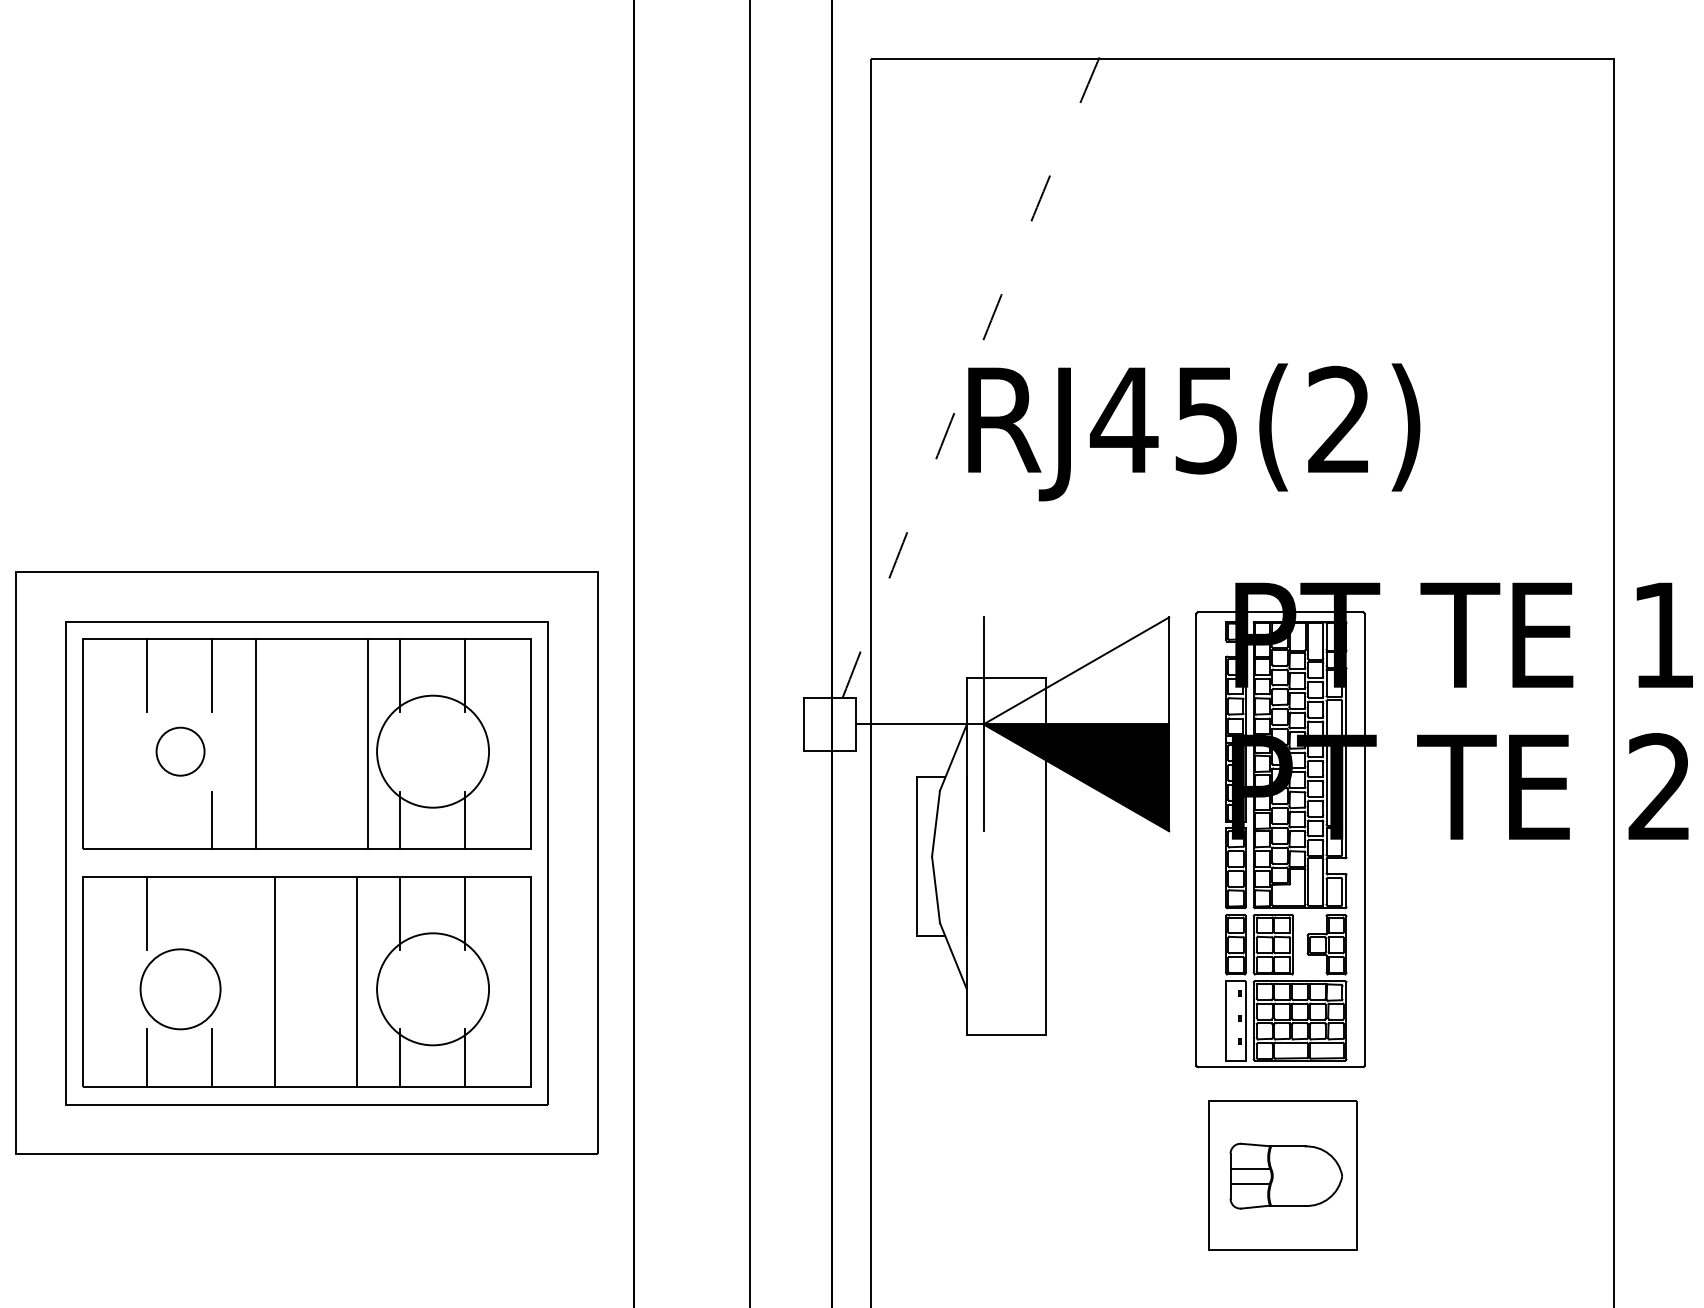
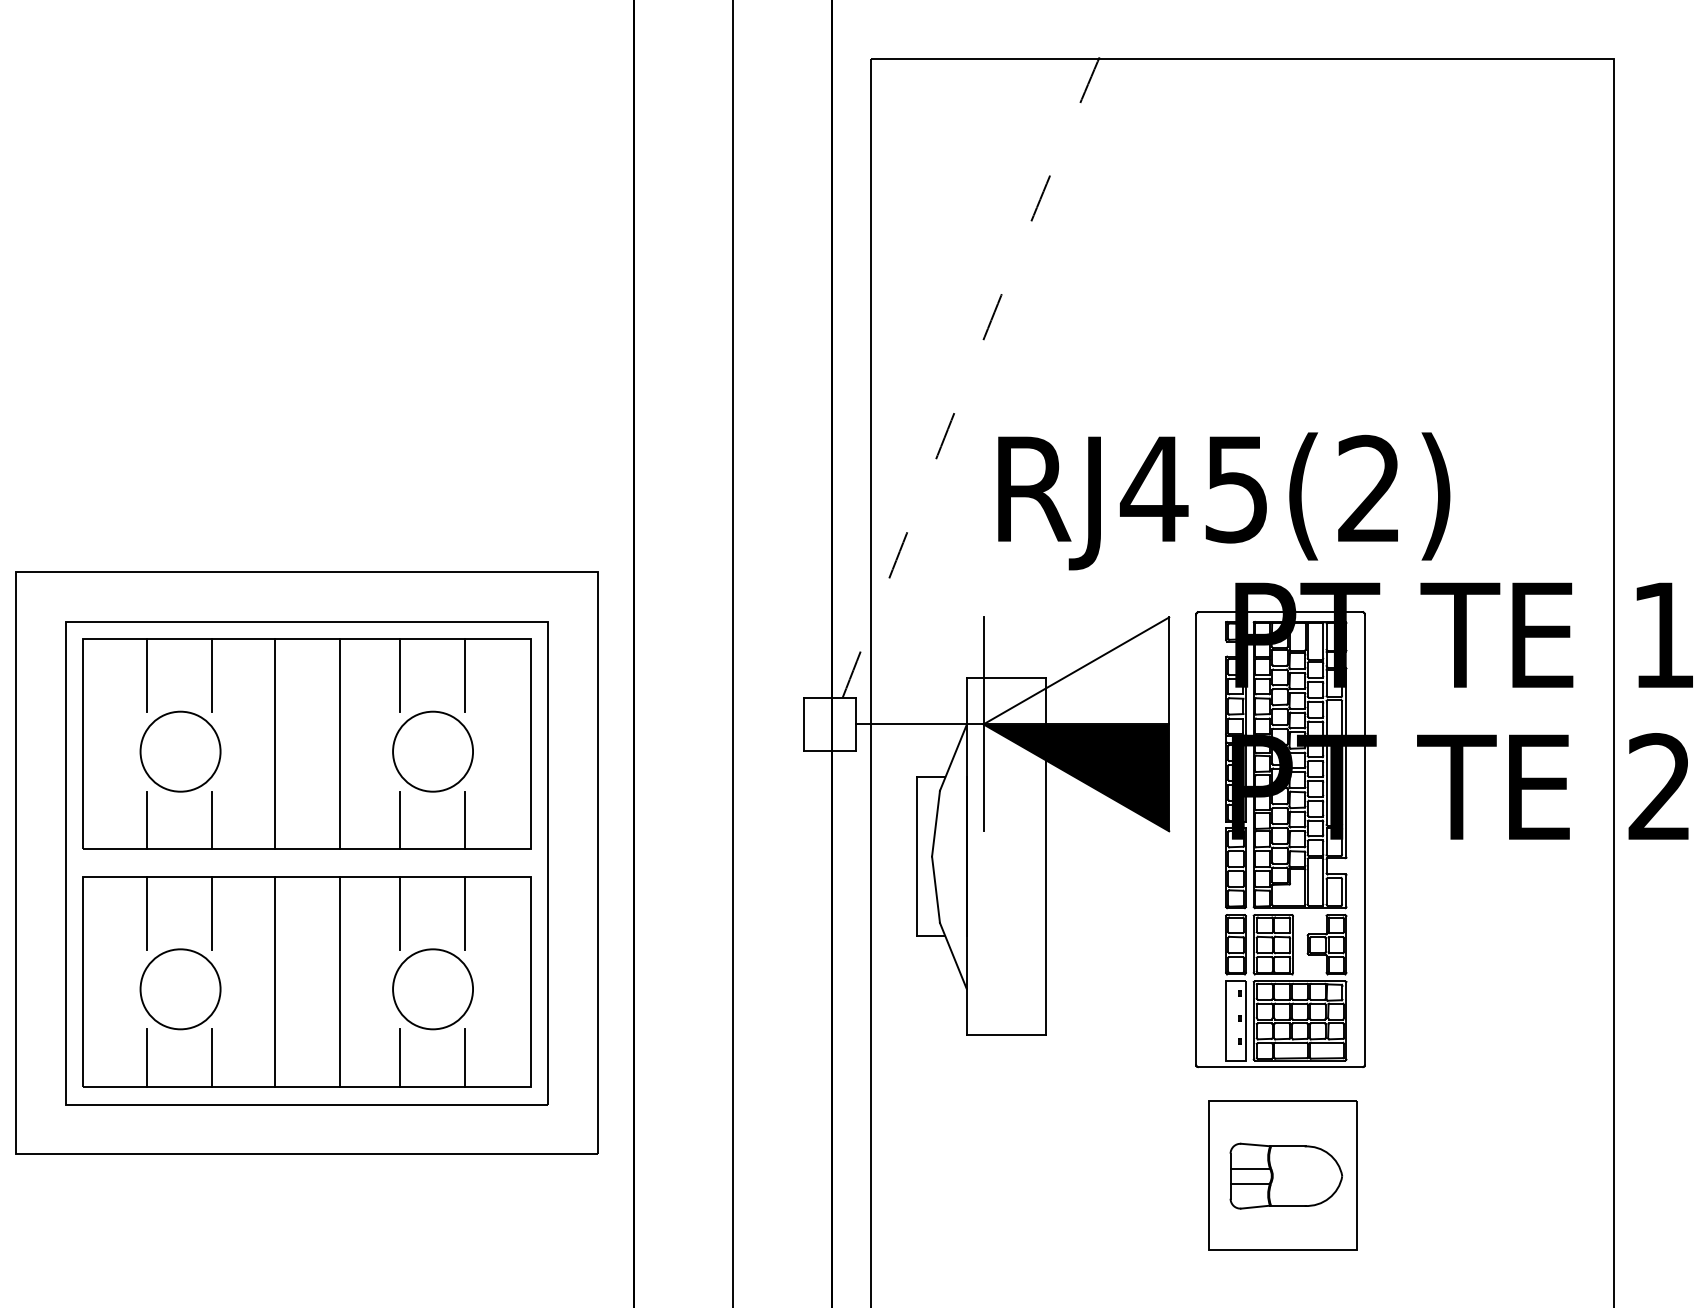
text at (1194, 432) position: (1194, 432) -> (1224, 501)
line at (749, 653) position: (749, 653) -> (732, 653)
line at (255, 744) position: (255, 744) -> (274, 744)
line at (367, 744) position: (367, 744) -> (339, 744)
circle at (180, 751) diameter: 48 px -> 80 px
circle at (433, 751) diameter: 112 px -> 80 px
line at (147, 820): none -> present
line at (212, 912): none -> present
line at (356, 981) position: (356, 981) -> (339, 981)
circle at (433, 989) diameter: 112 px -> 80 px
